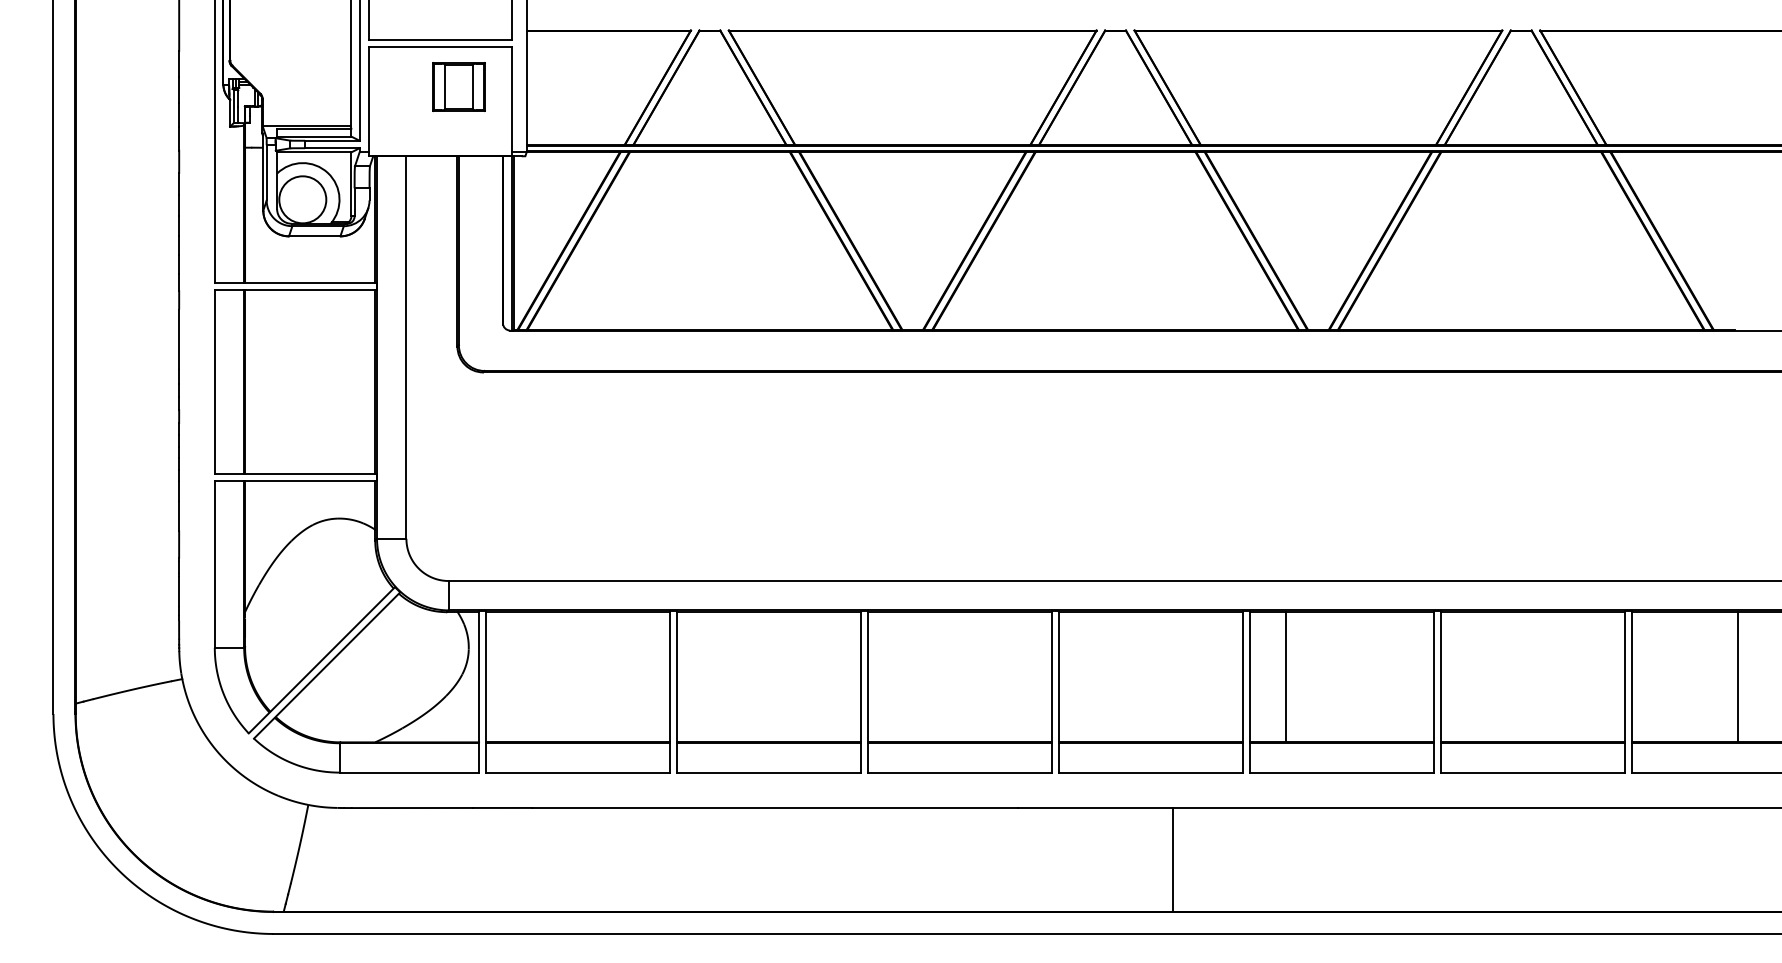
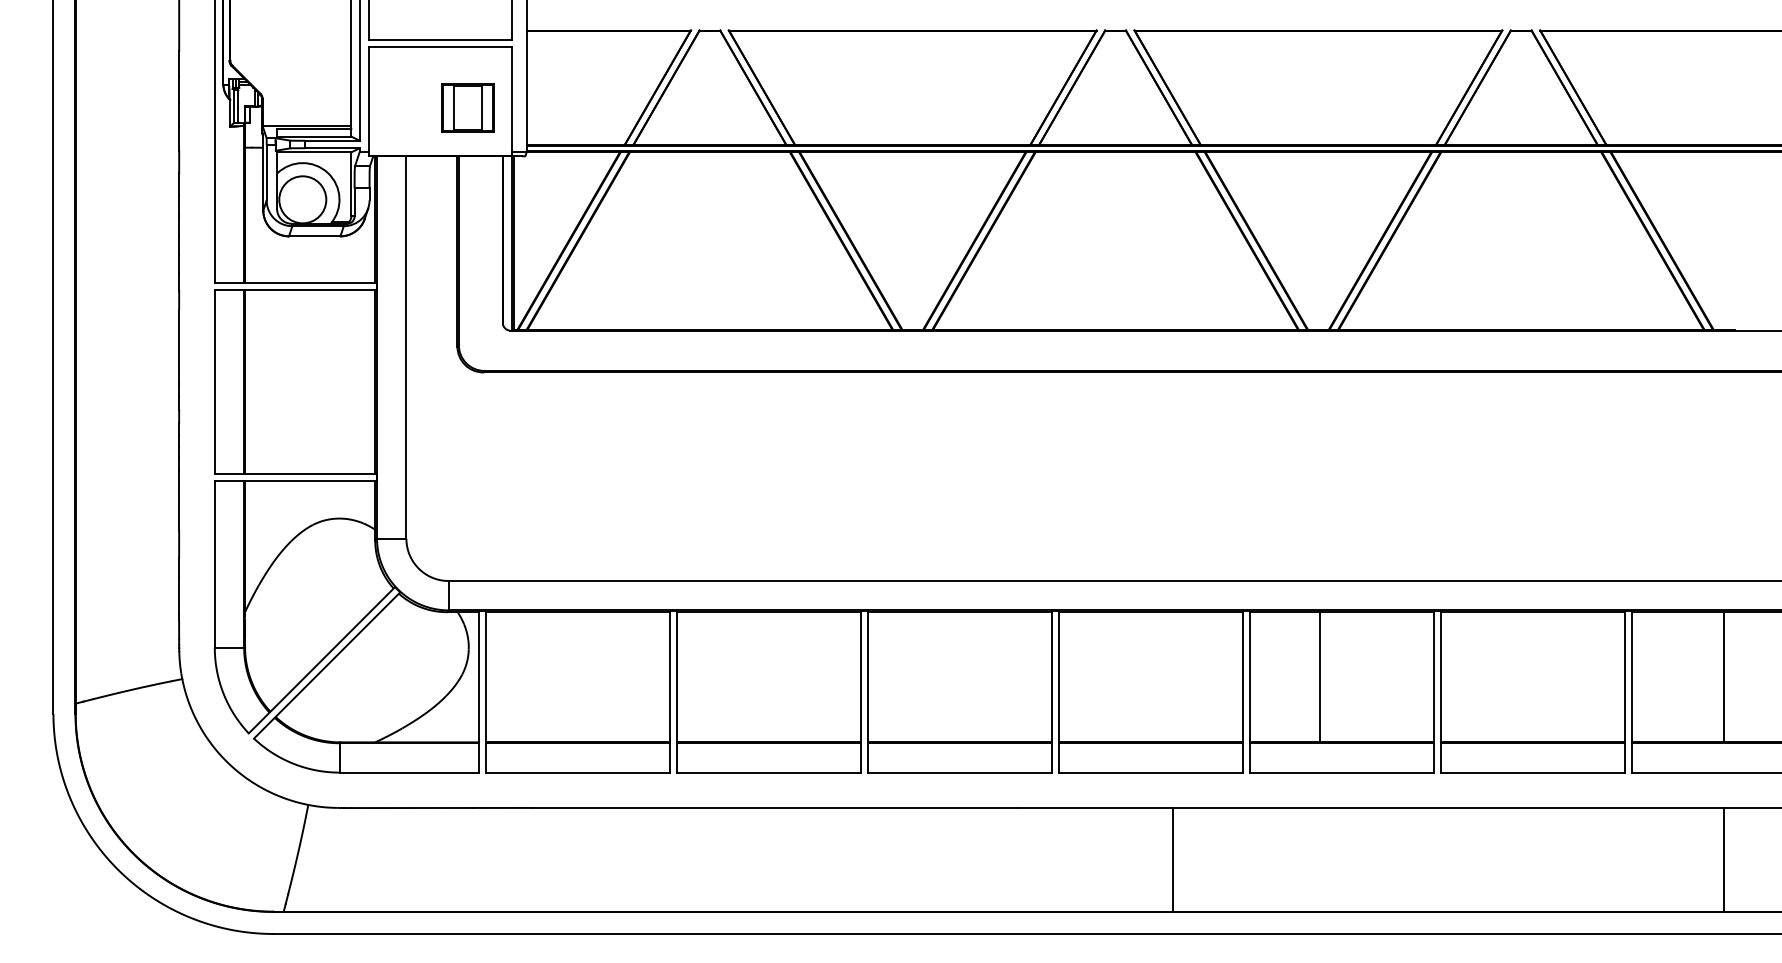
part at (458, 86) position: (458, 86) -> (467, 107)
line at (1286, 677) position: (1286, 677) -> (1320, 677)
line at (1738, 677) position: (1738, 677) -> (1724, 677)
line at (1724, 859): none -> present
